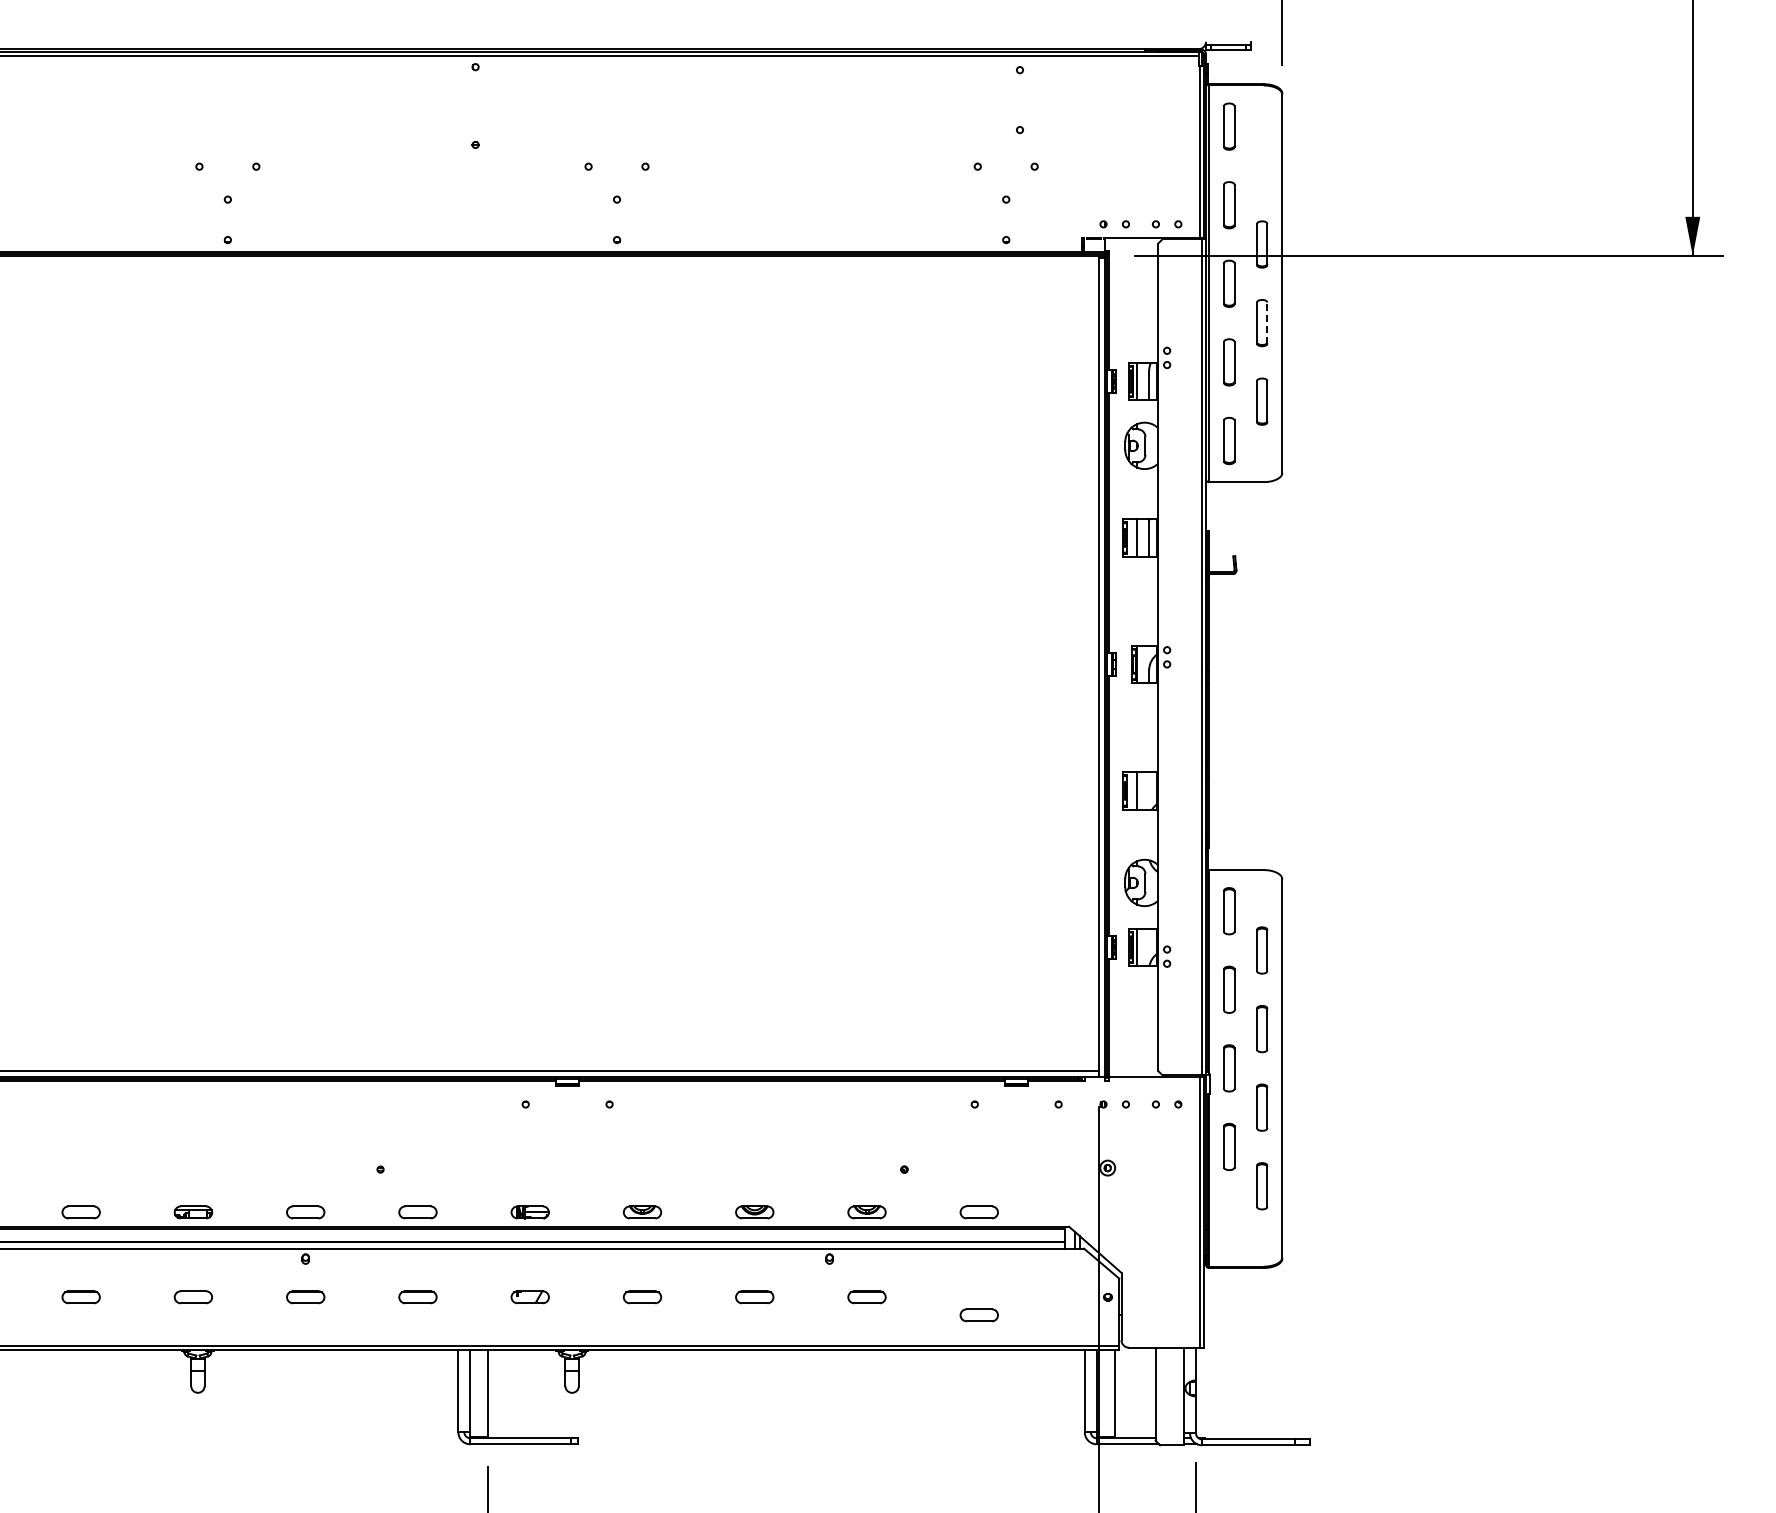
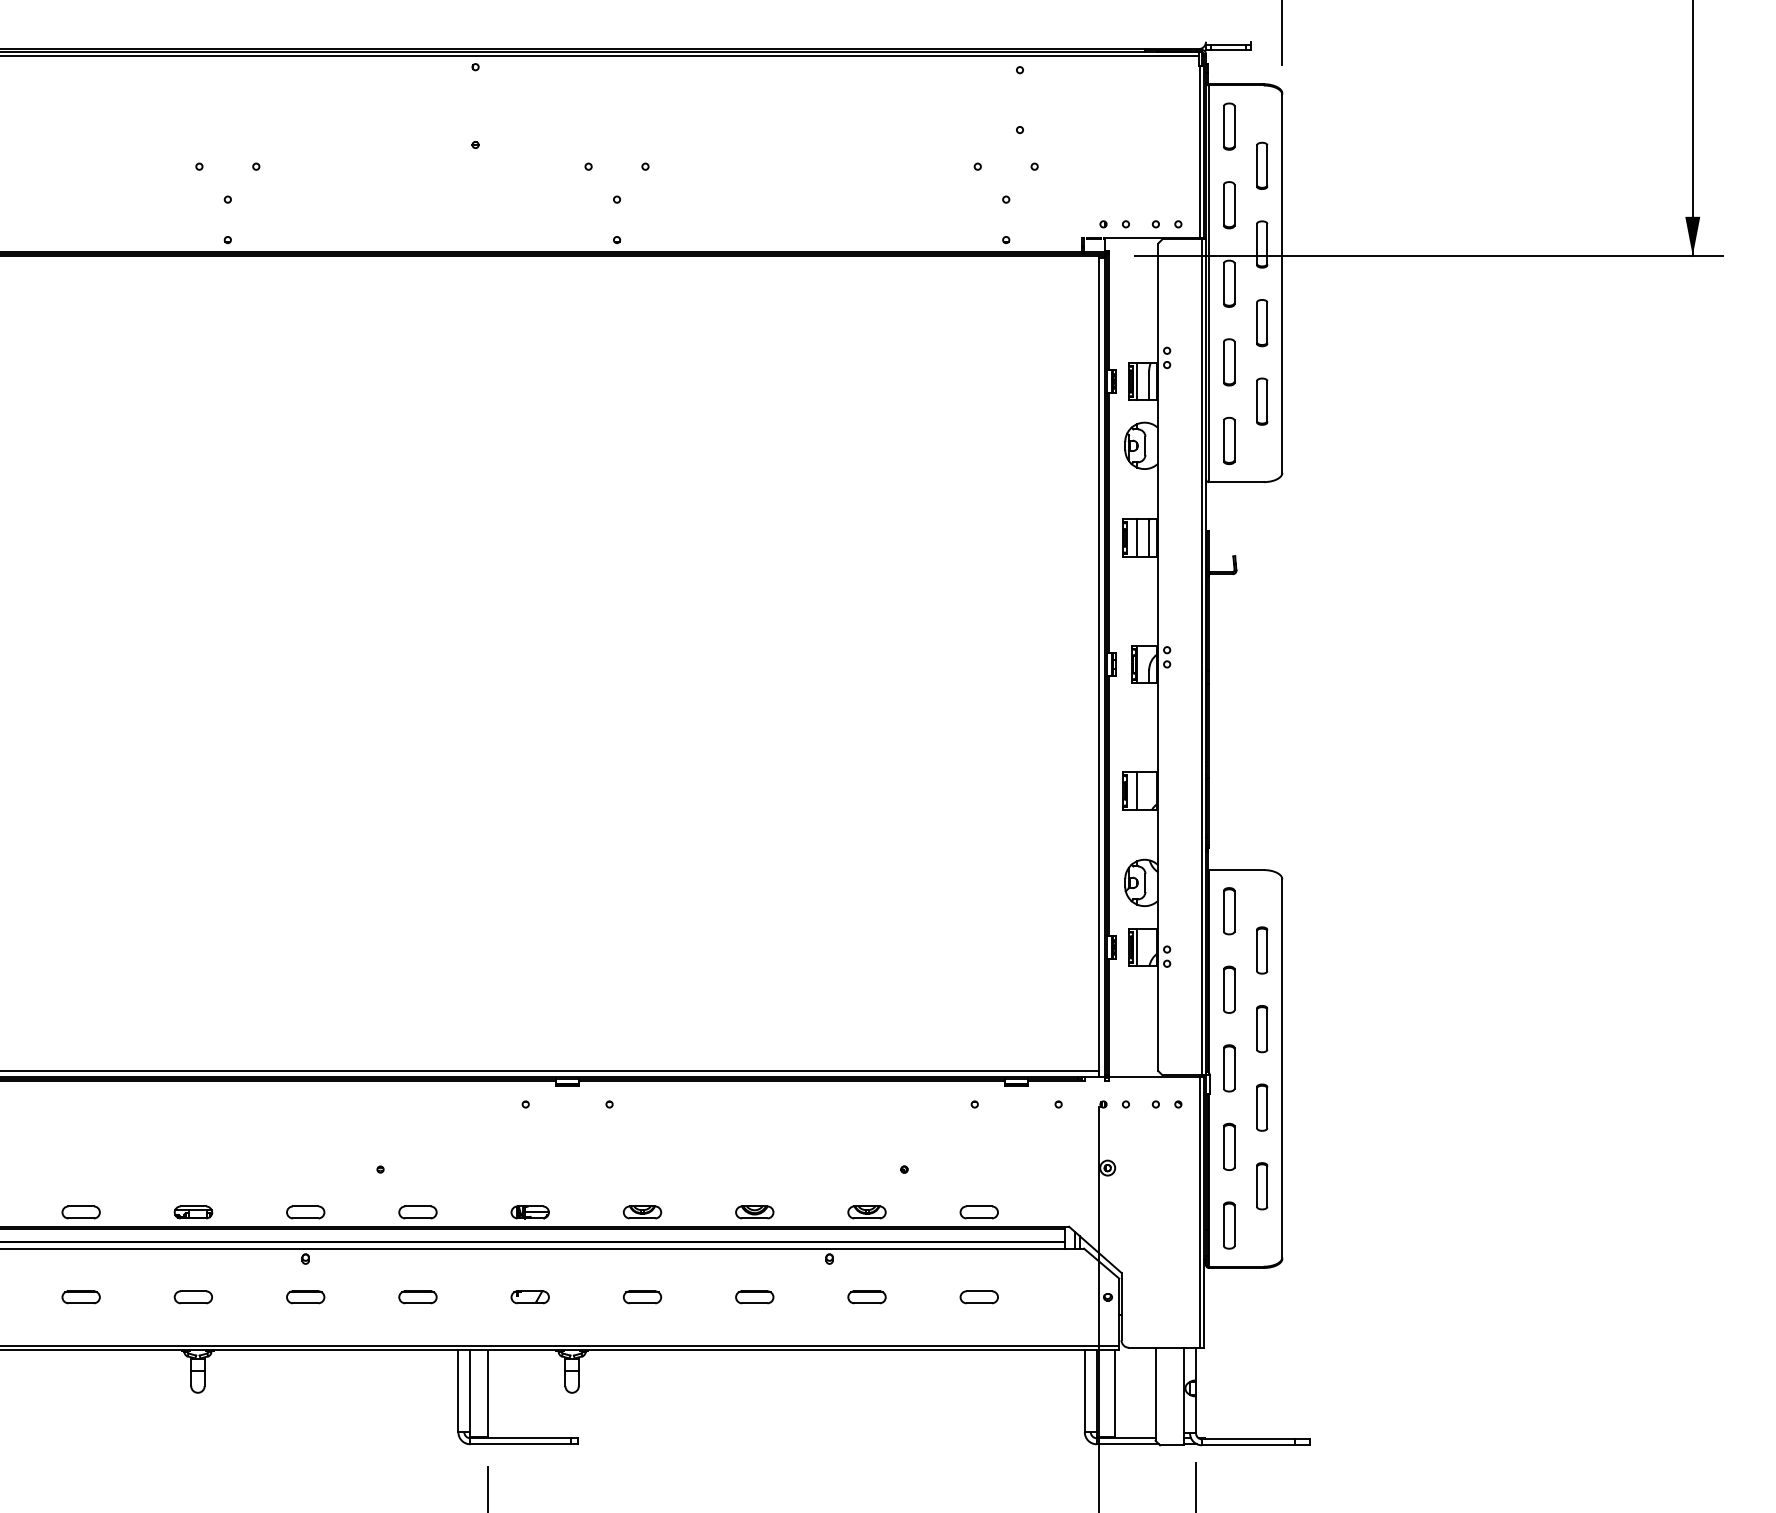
part at (1262, 165): none -> present
line at (1267, 323): dashed -> solid
part at (1229, 1225): none -> present
part at (978, 1315) position: (978, 1315) -> (978, 1297)
